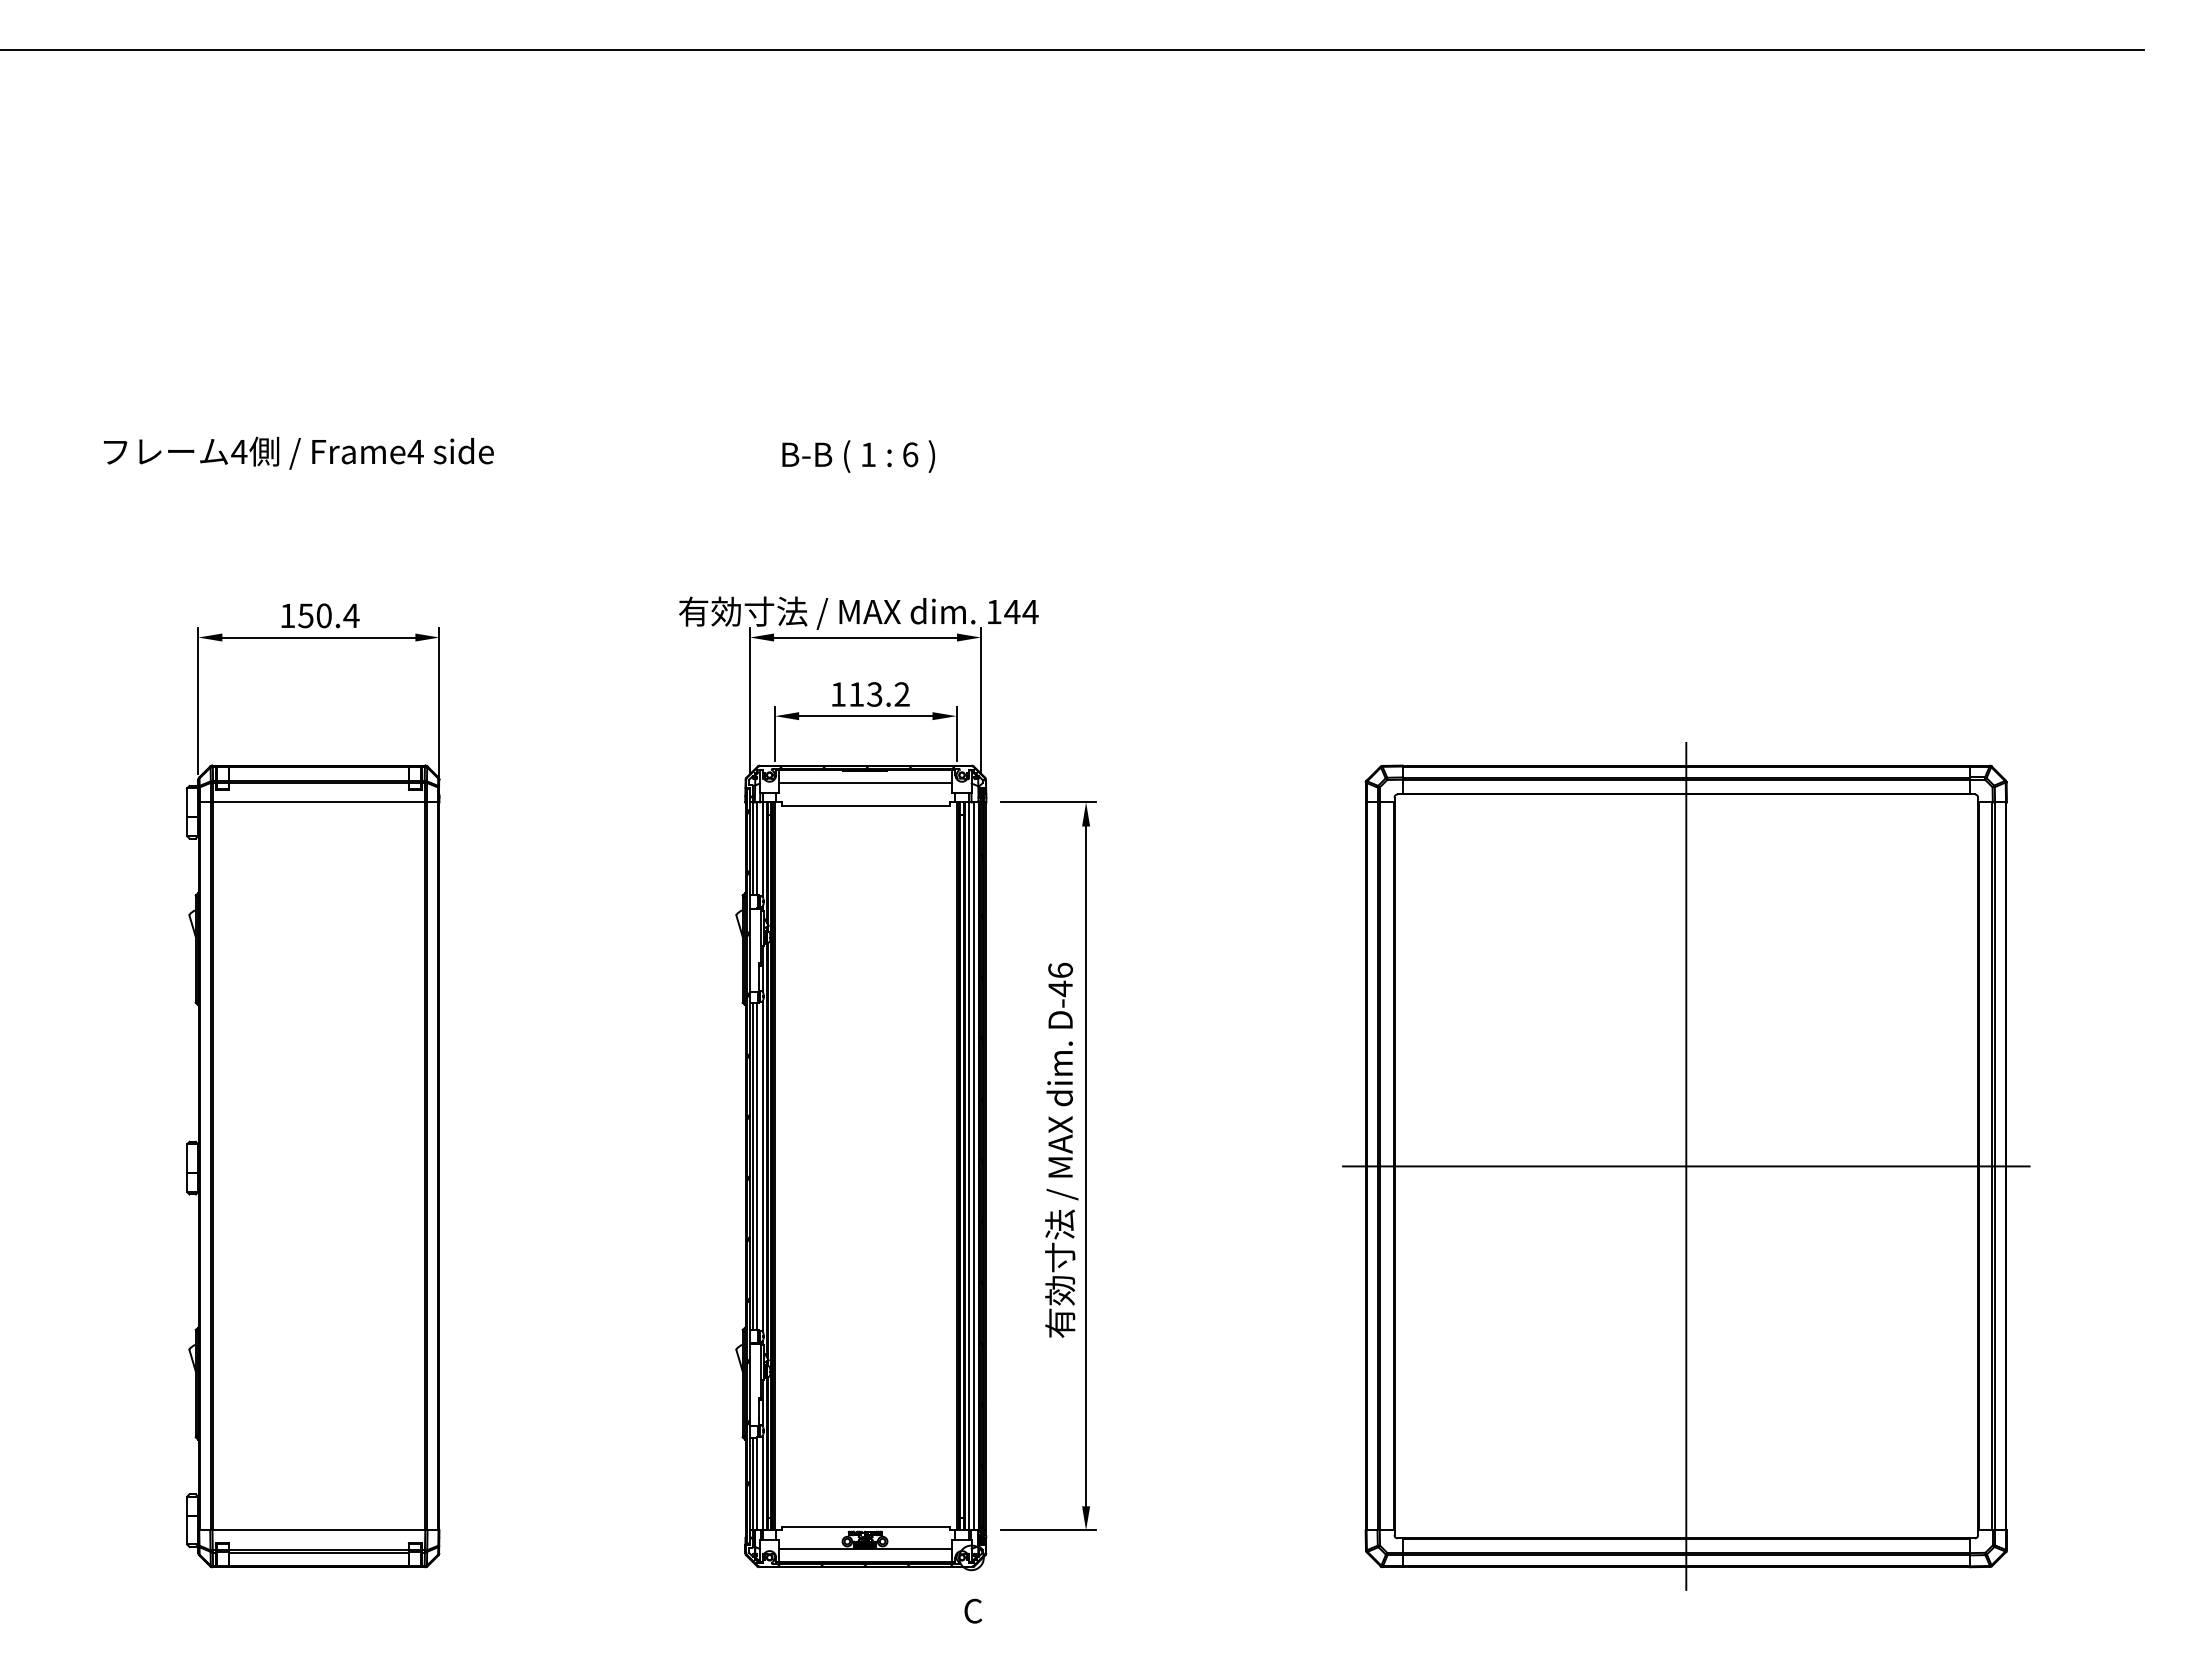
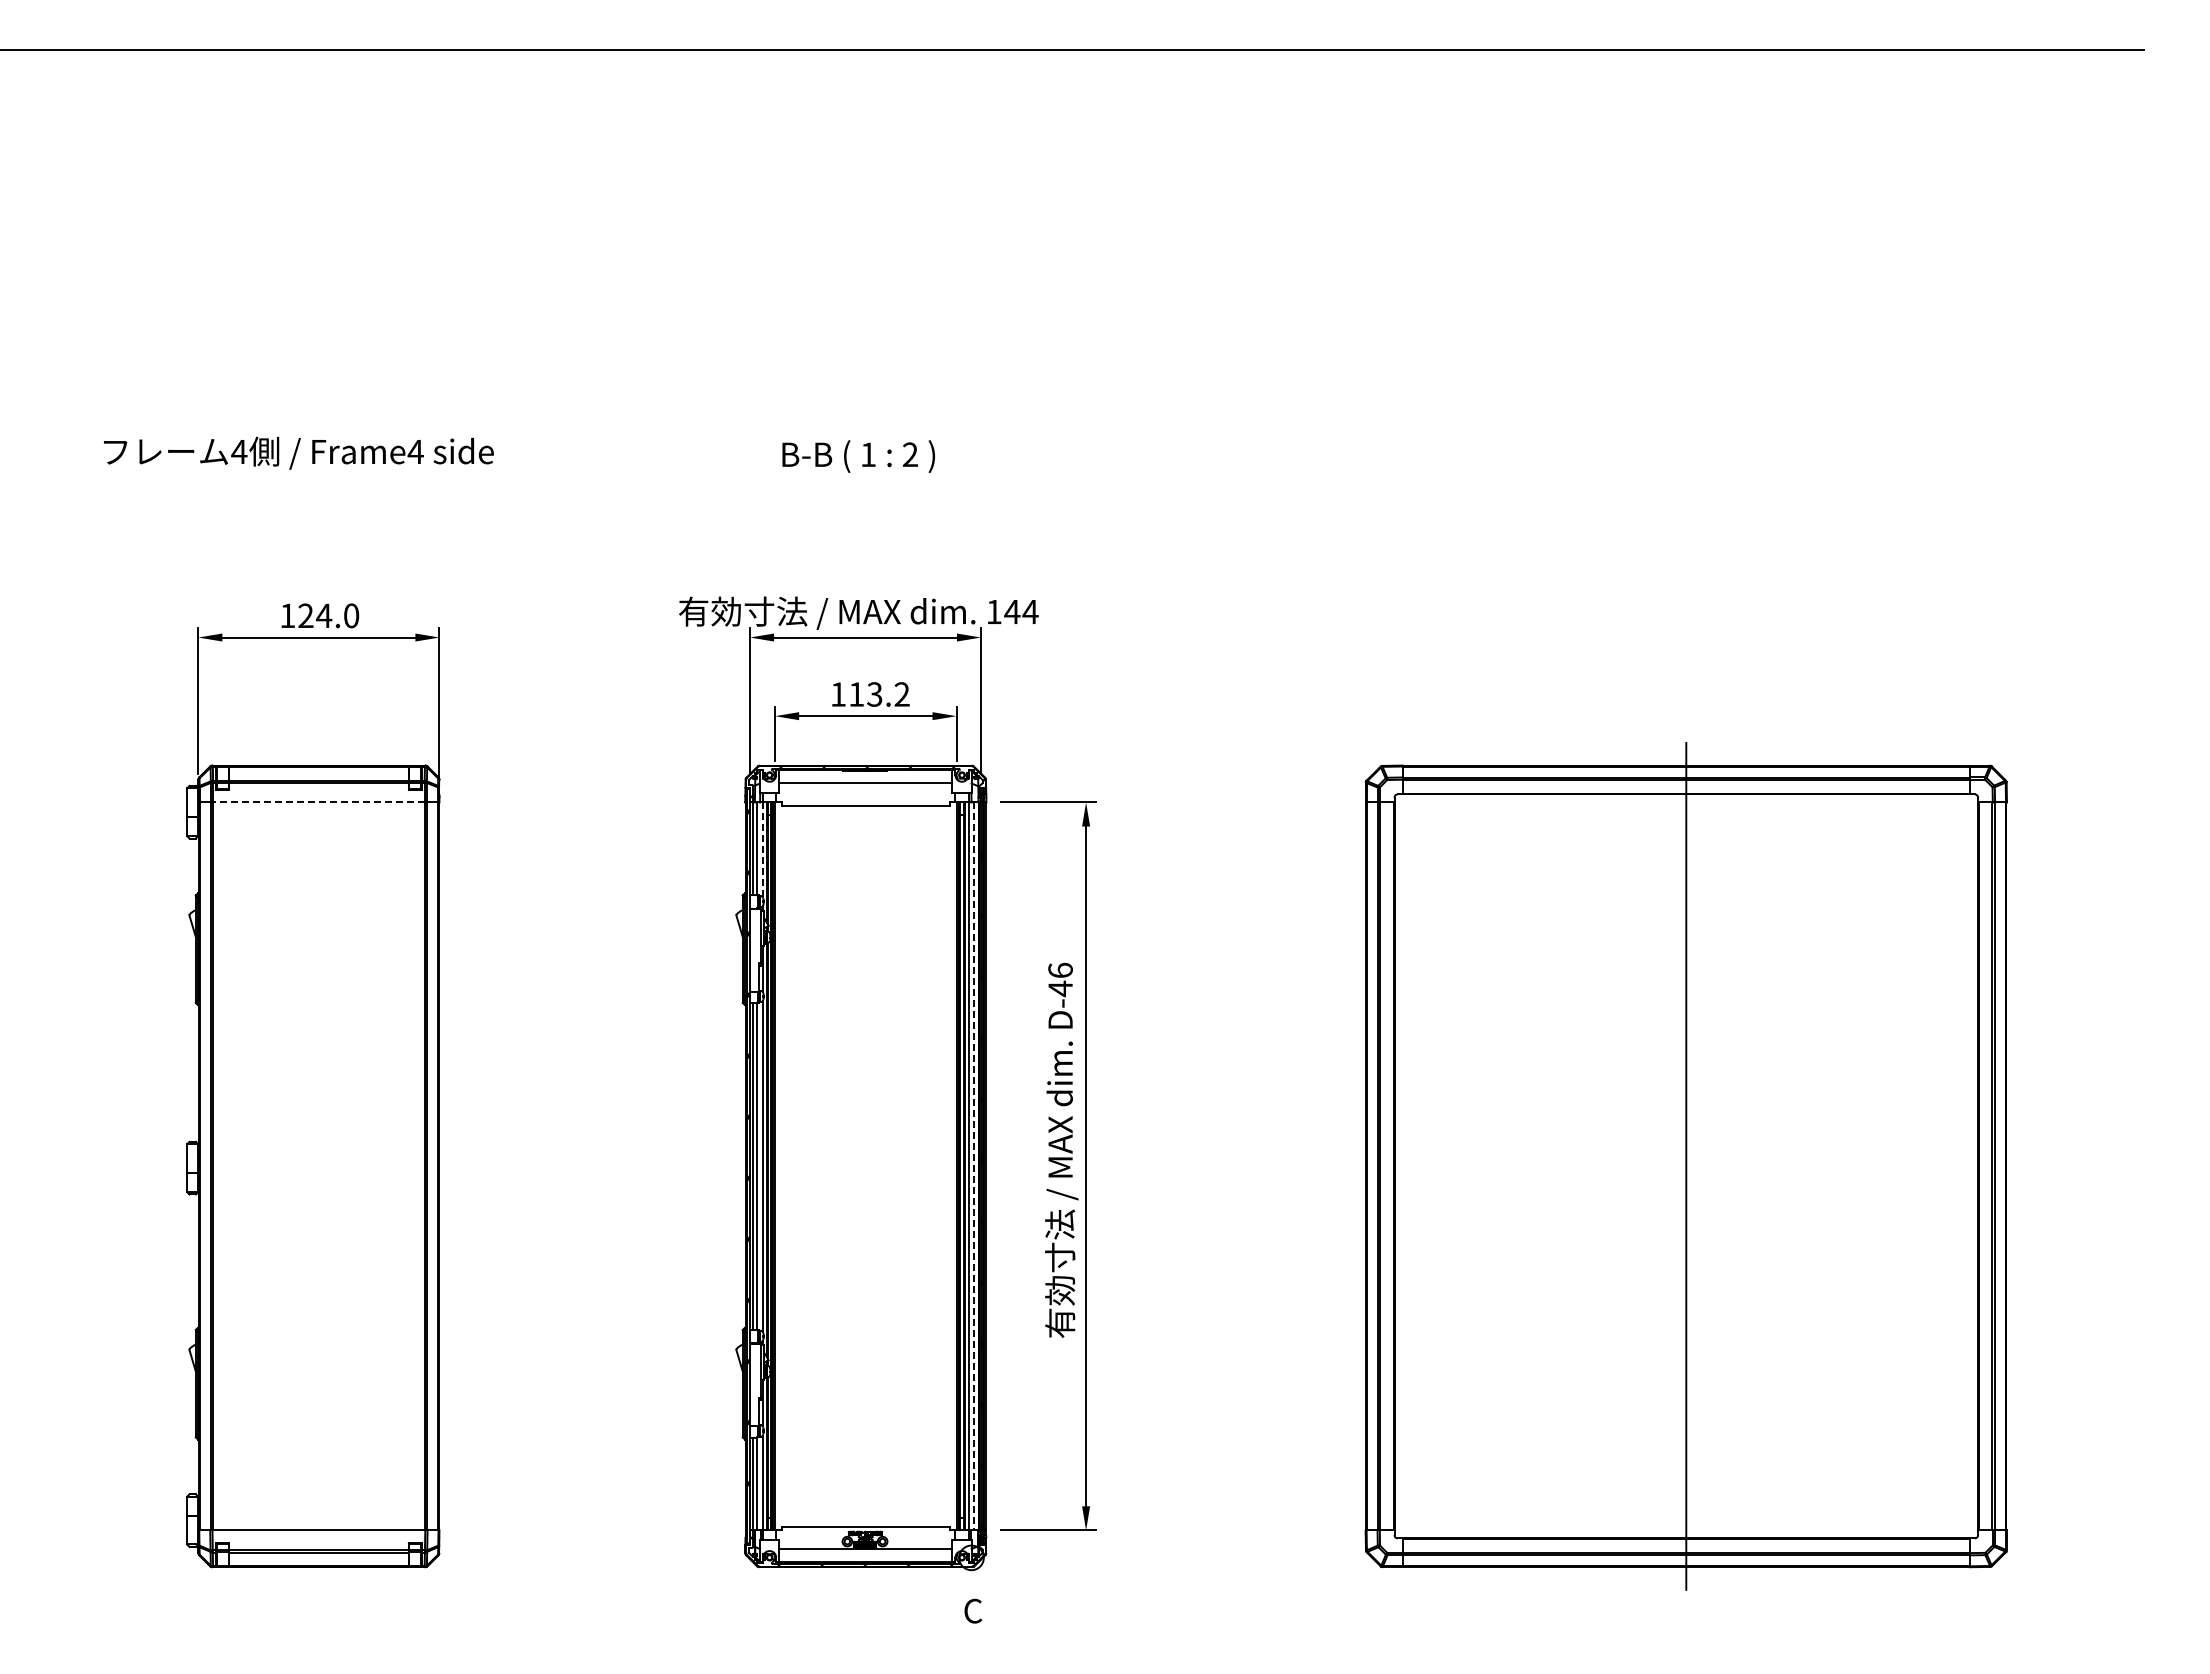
text at (910, 454): 6 -> 2
text at (328, 615): 150.4 -> 124.0
line at (318, 802): solid -> dashed
line at (762, 850): solid -> dashed
line at (974, 1166): solid -> dashed
line at (1686, 1166): present -> none
